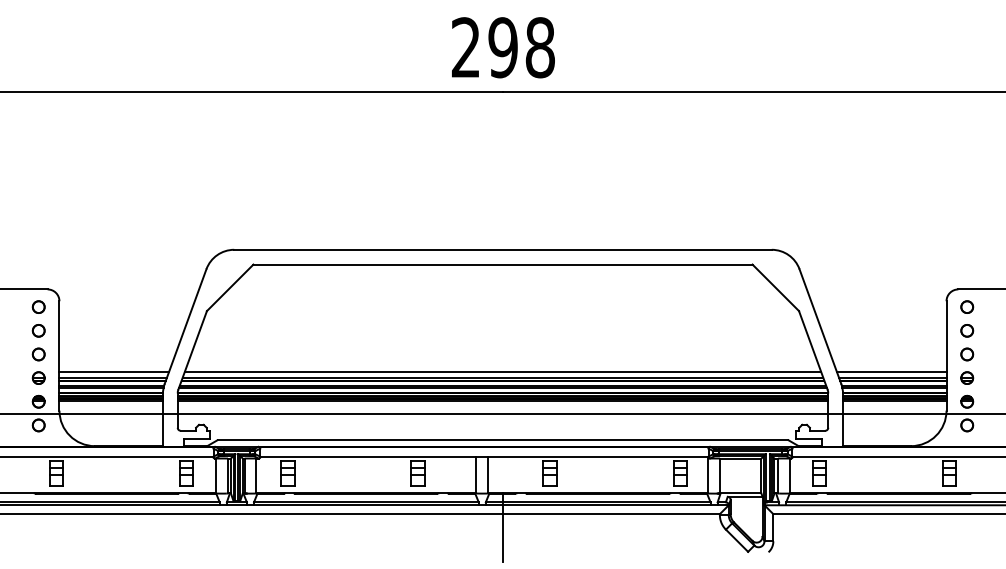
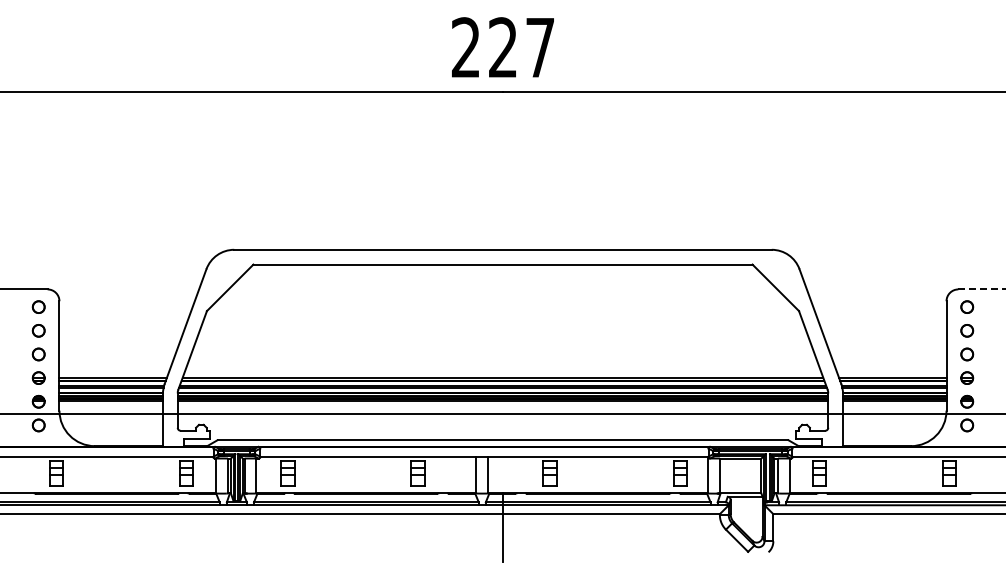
text at (521, 47): 298 -> 227
line at (982, 289): solid -> dashed
line at (113, 372): present -> none
line at (502, 372): present -> none
line at (891, 372): present -> none
